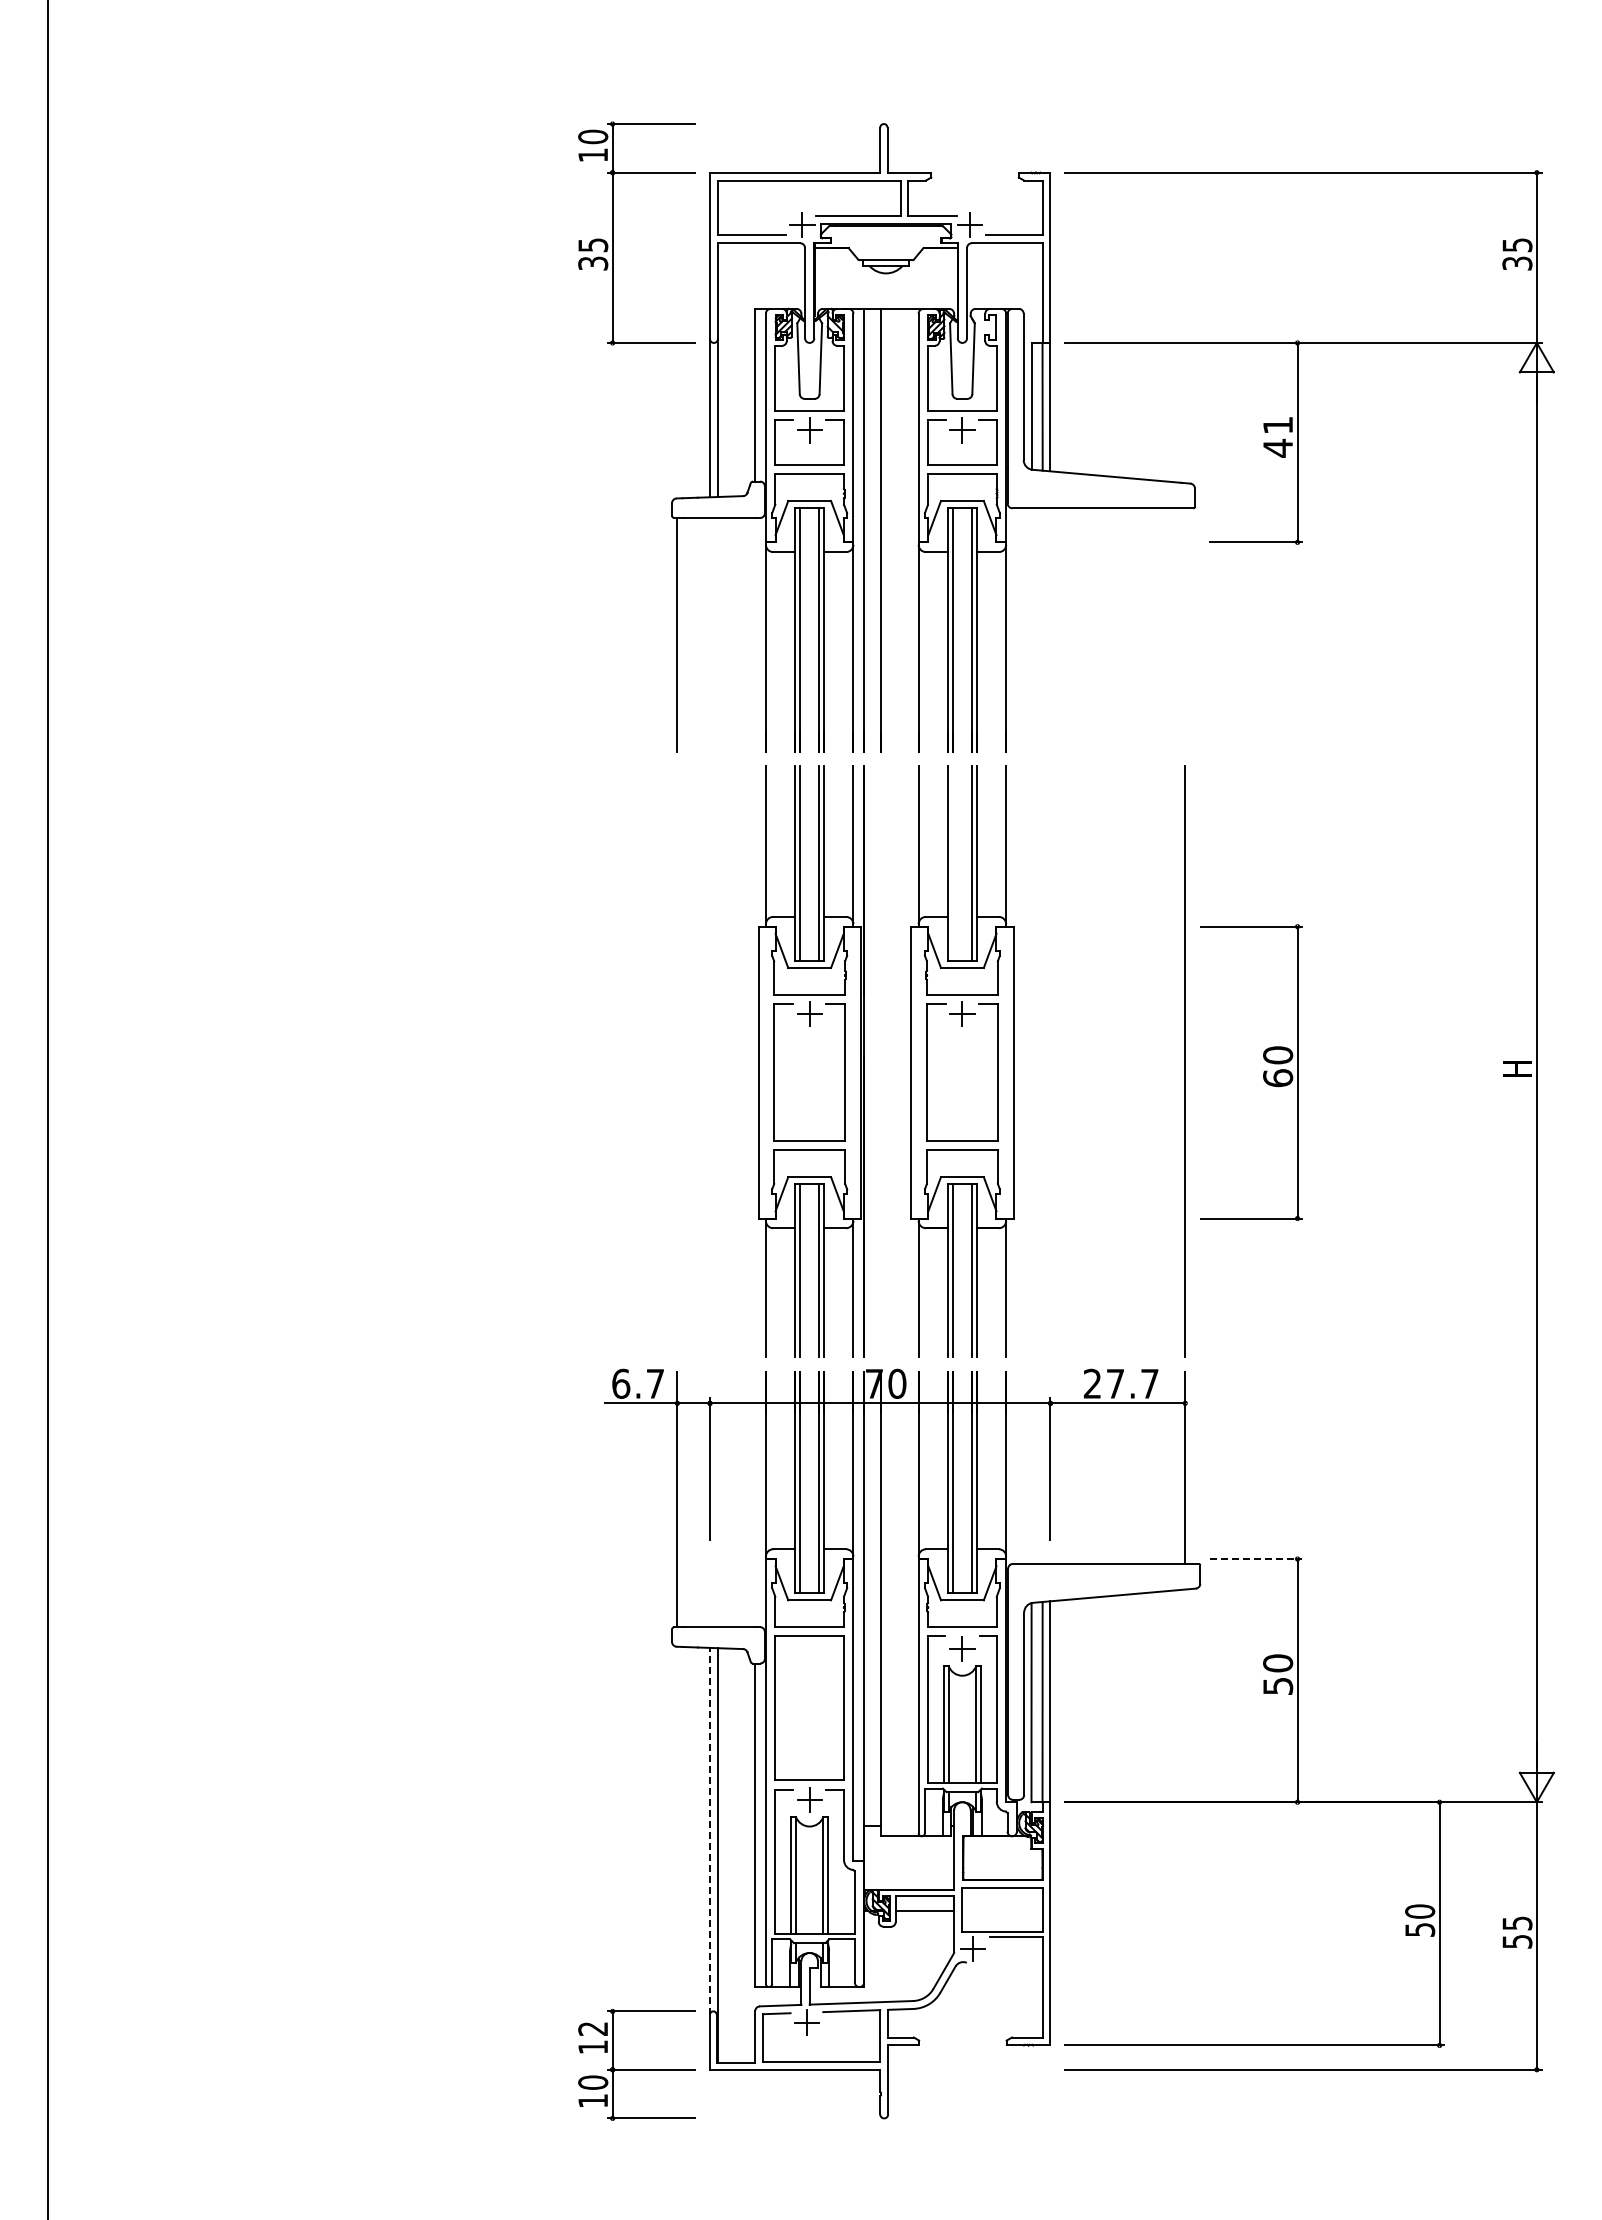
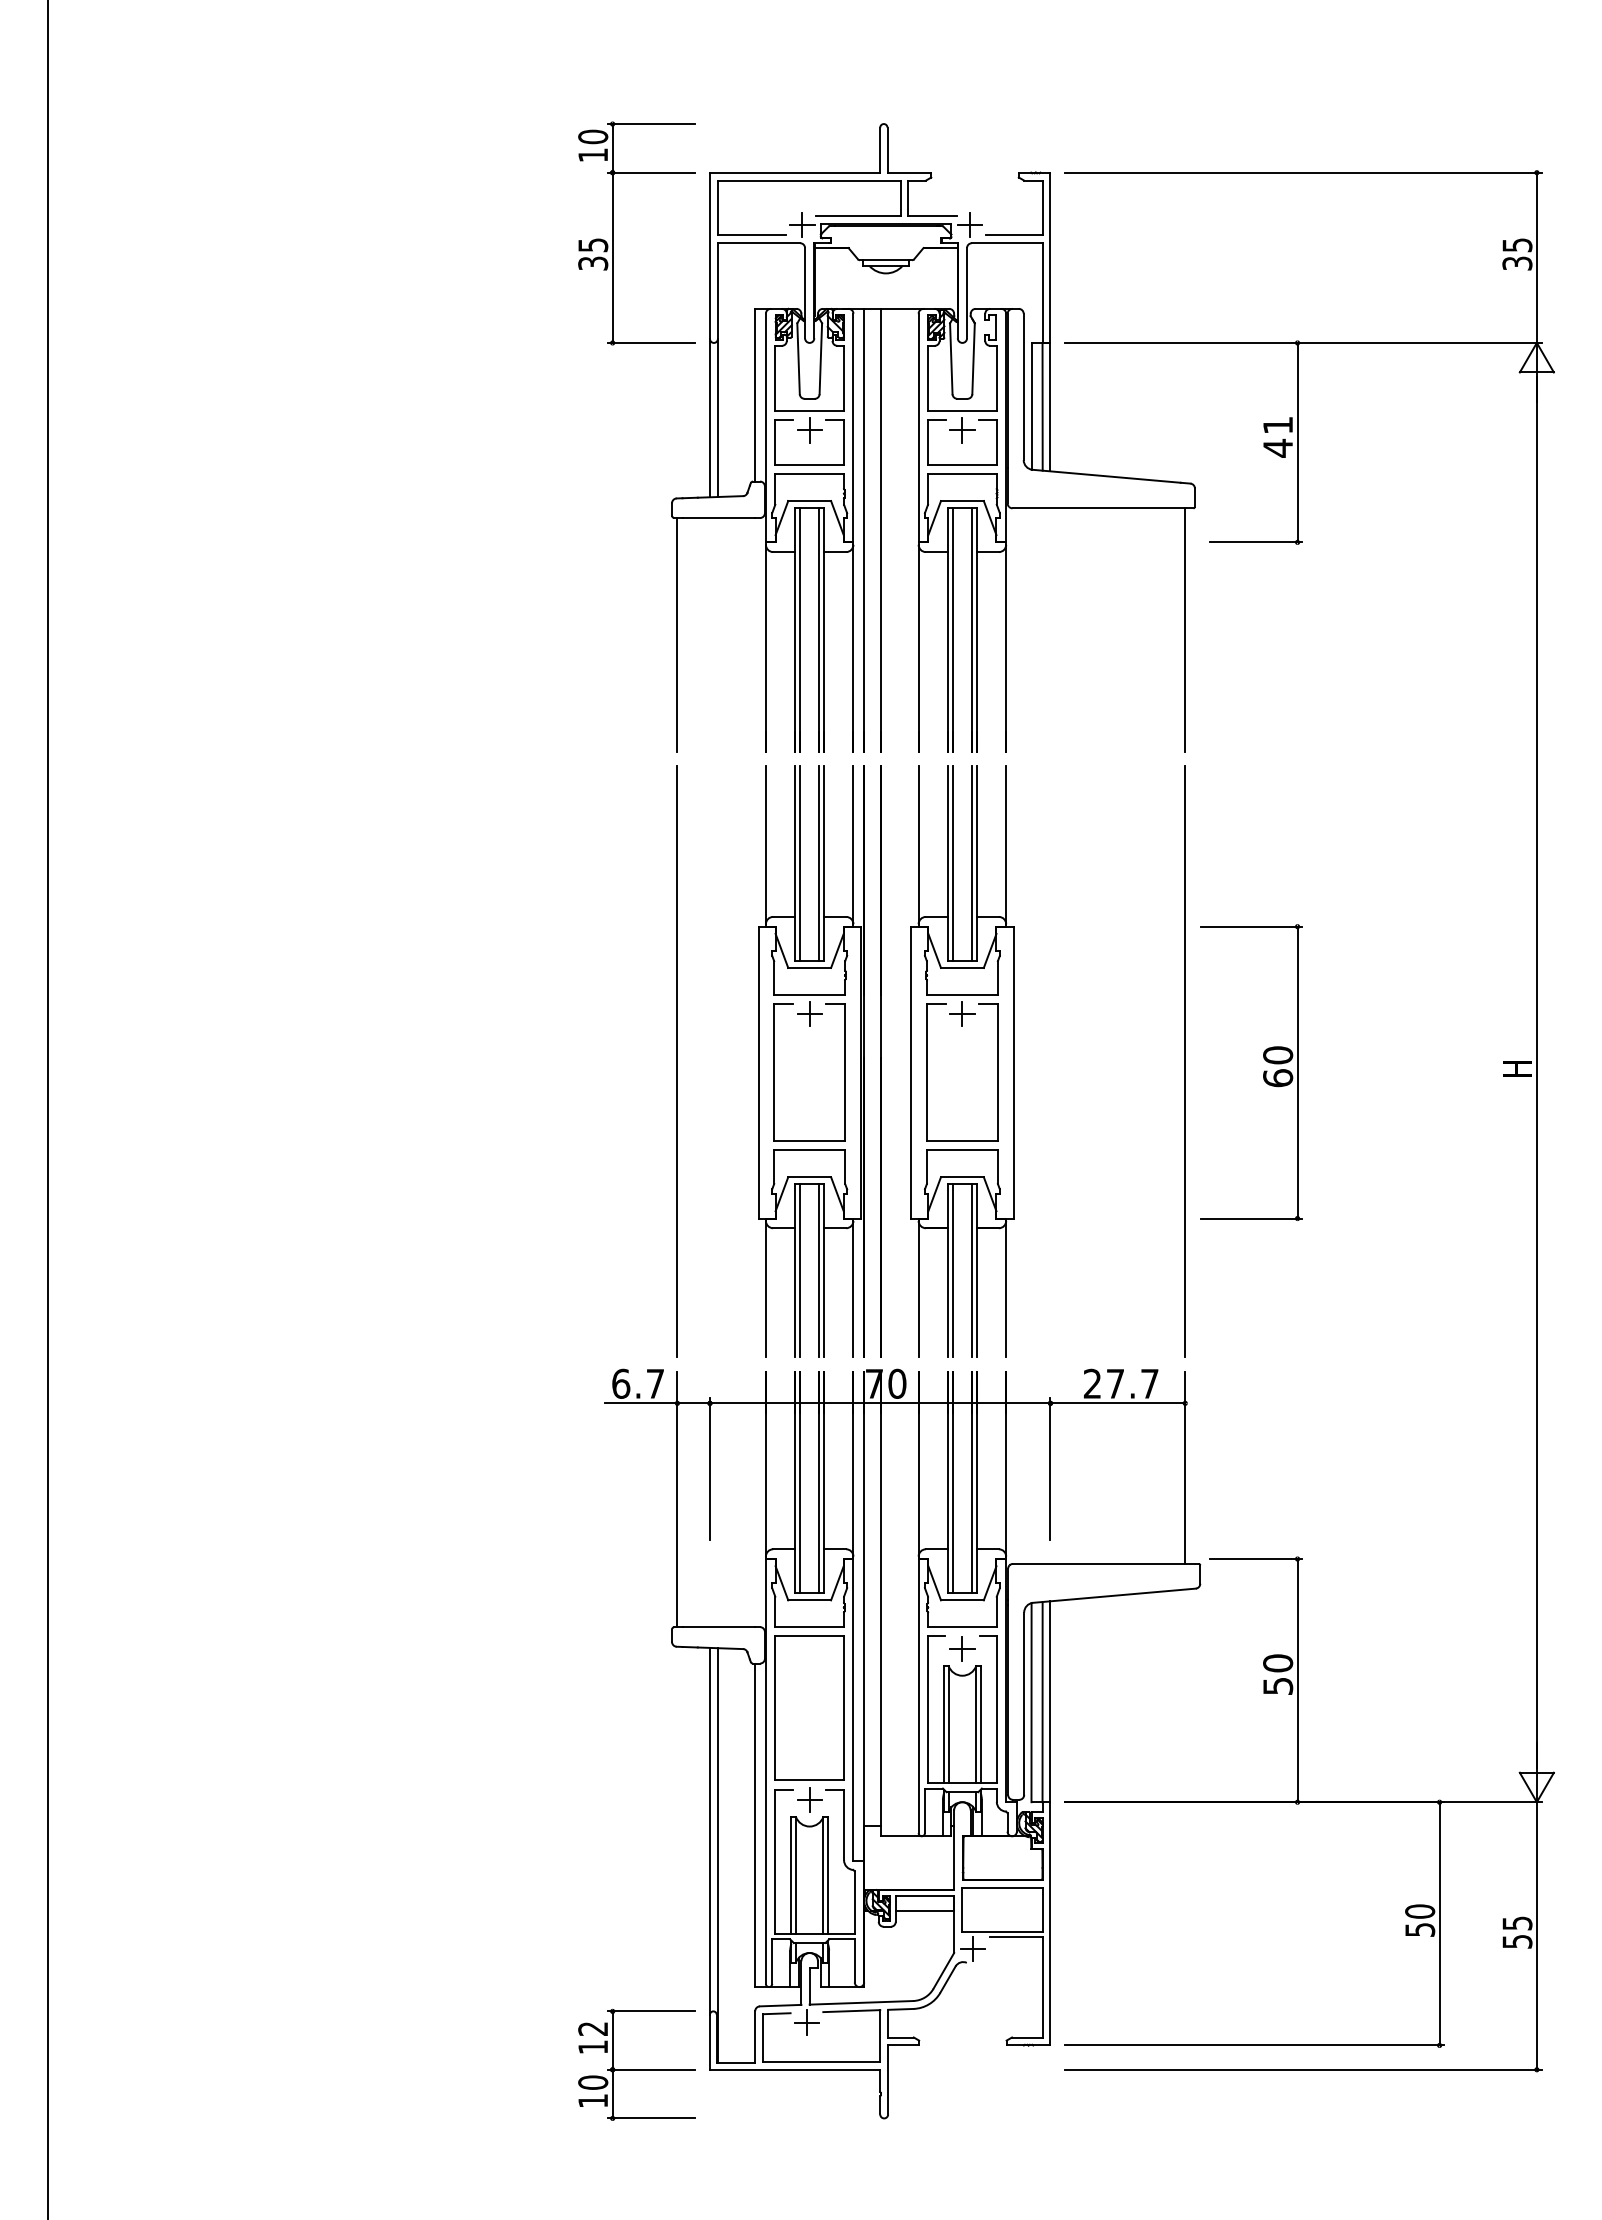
line at (1185, 629): none -> present
line at (952, 863): none -> present
line at (676, 1061): none -> present
line at (880, 1061): none -> present
line at (1256, 1559): dashed -> solid
line at (709, 1830): dashed -> solid
